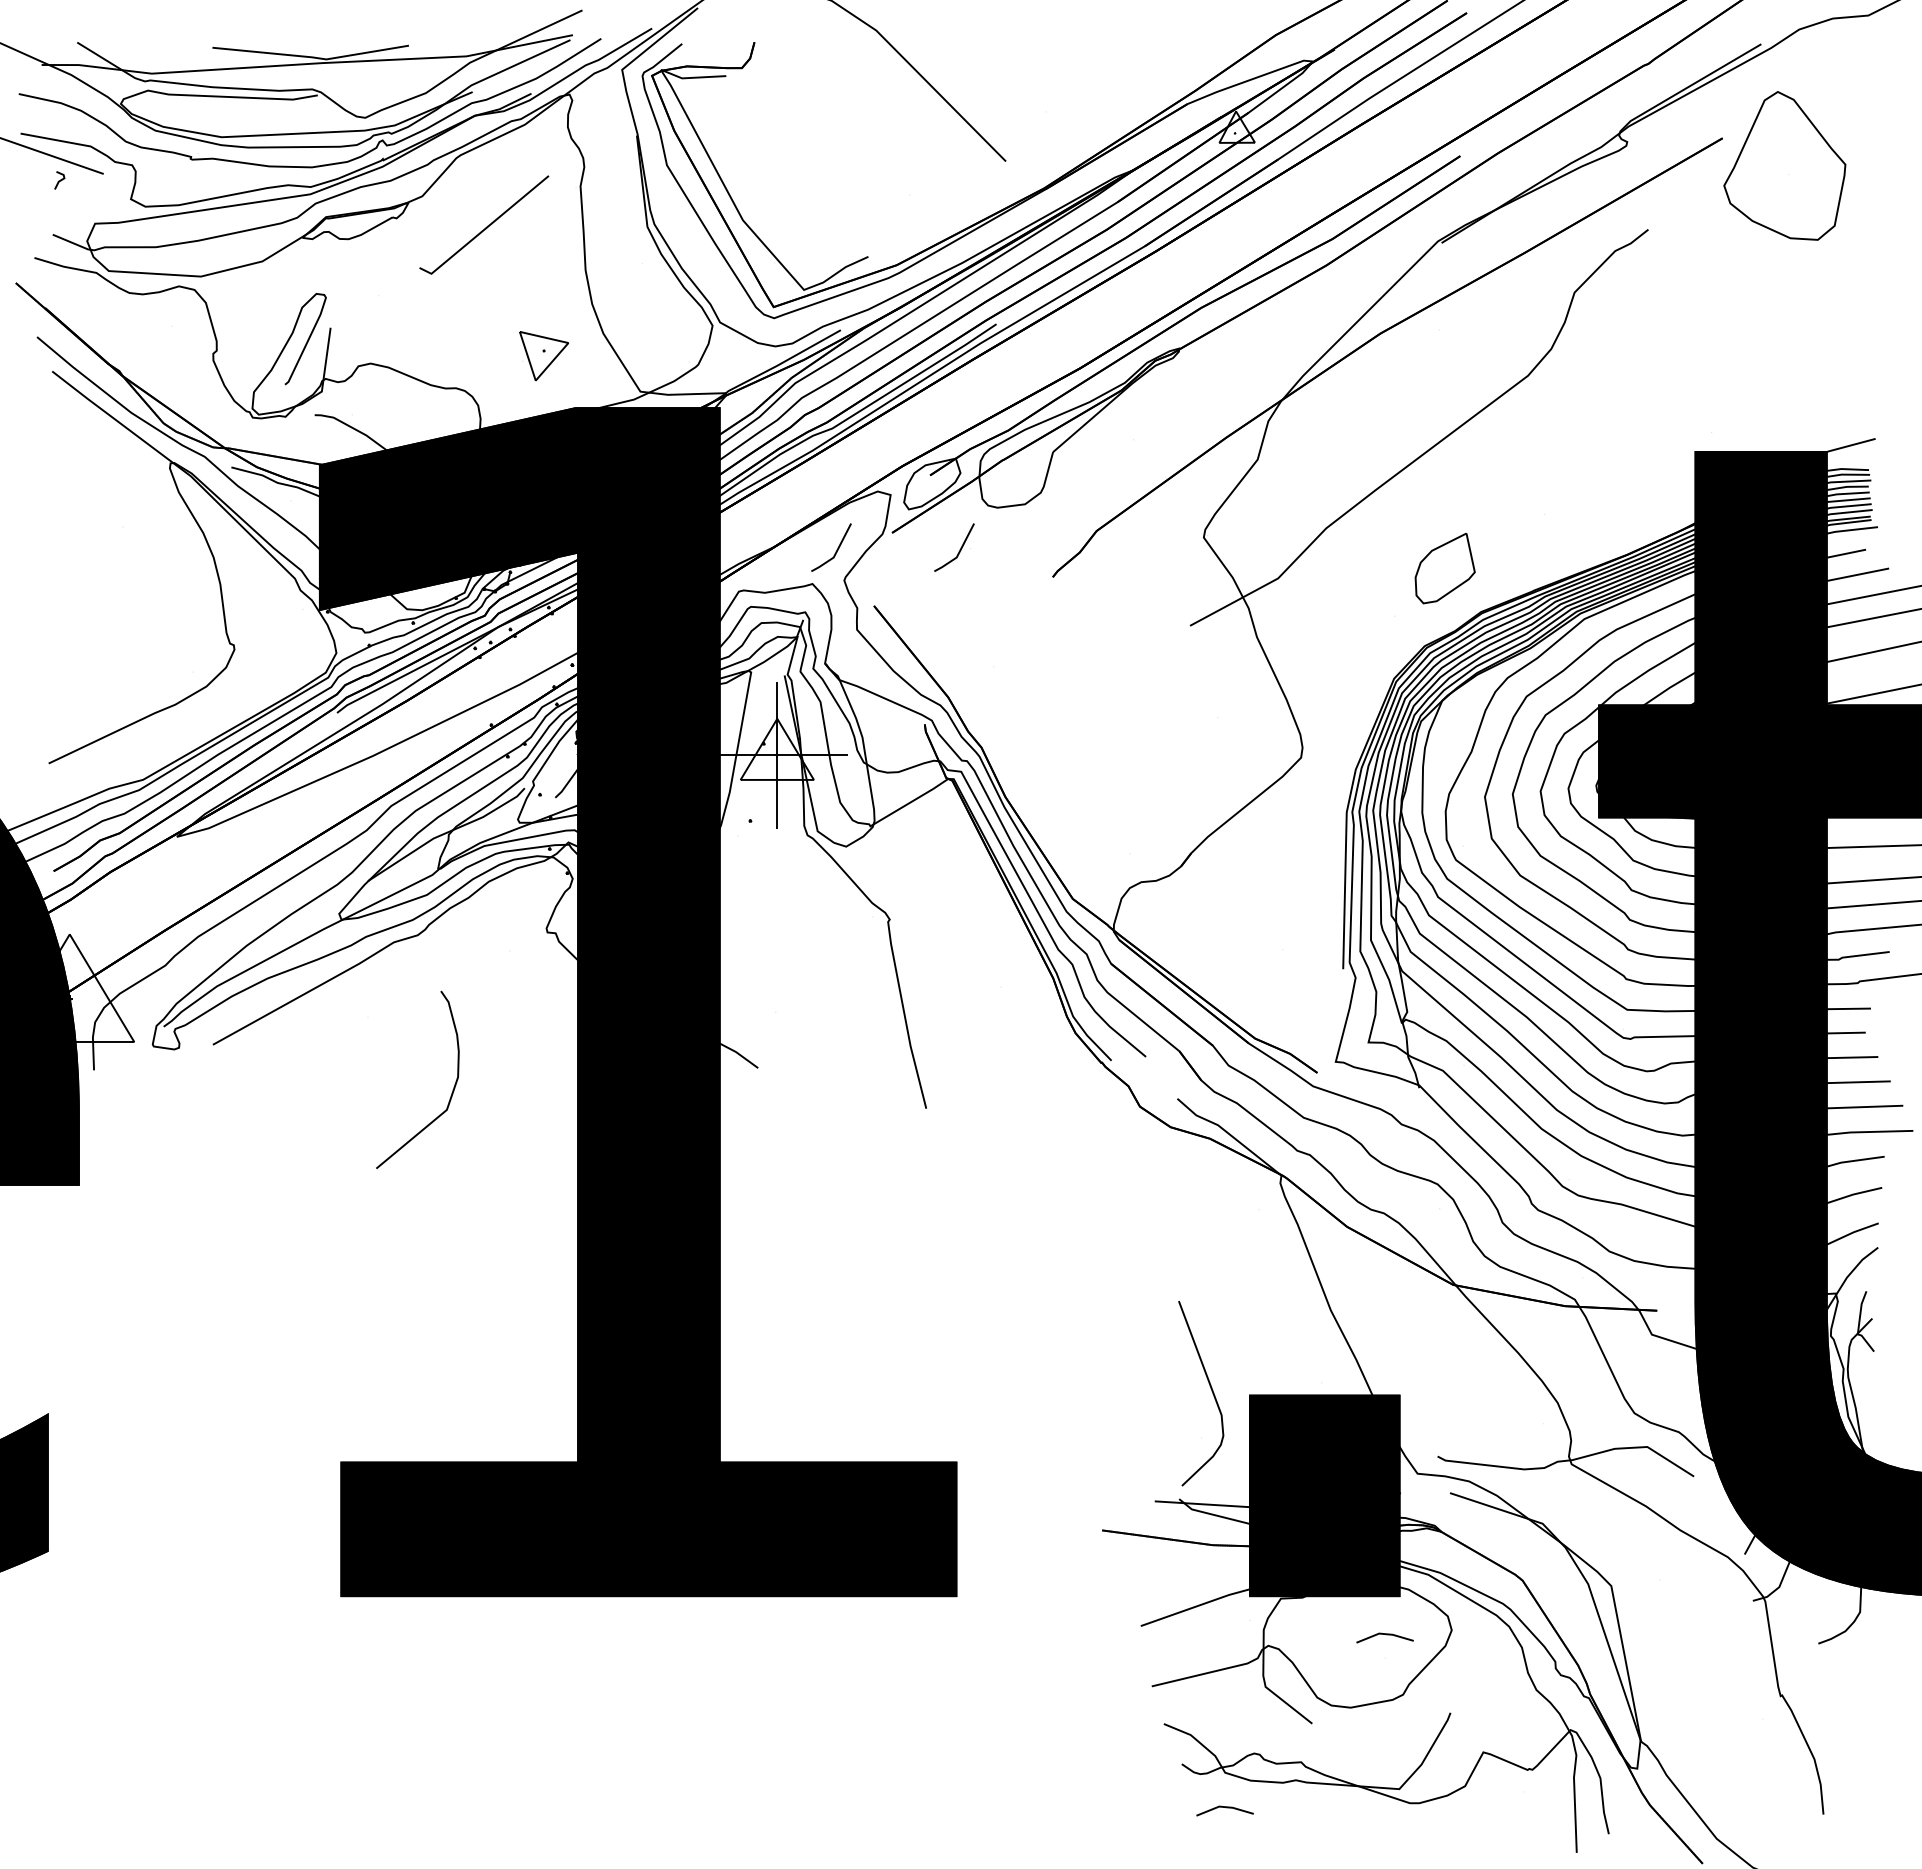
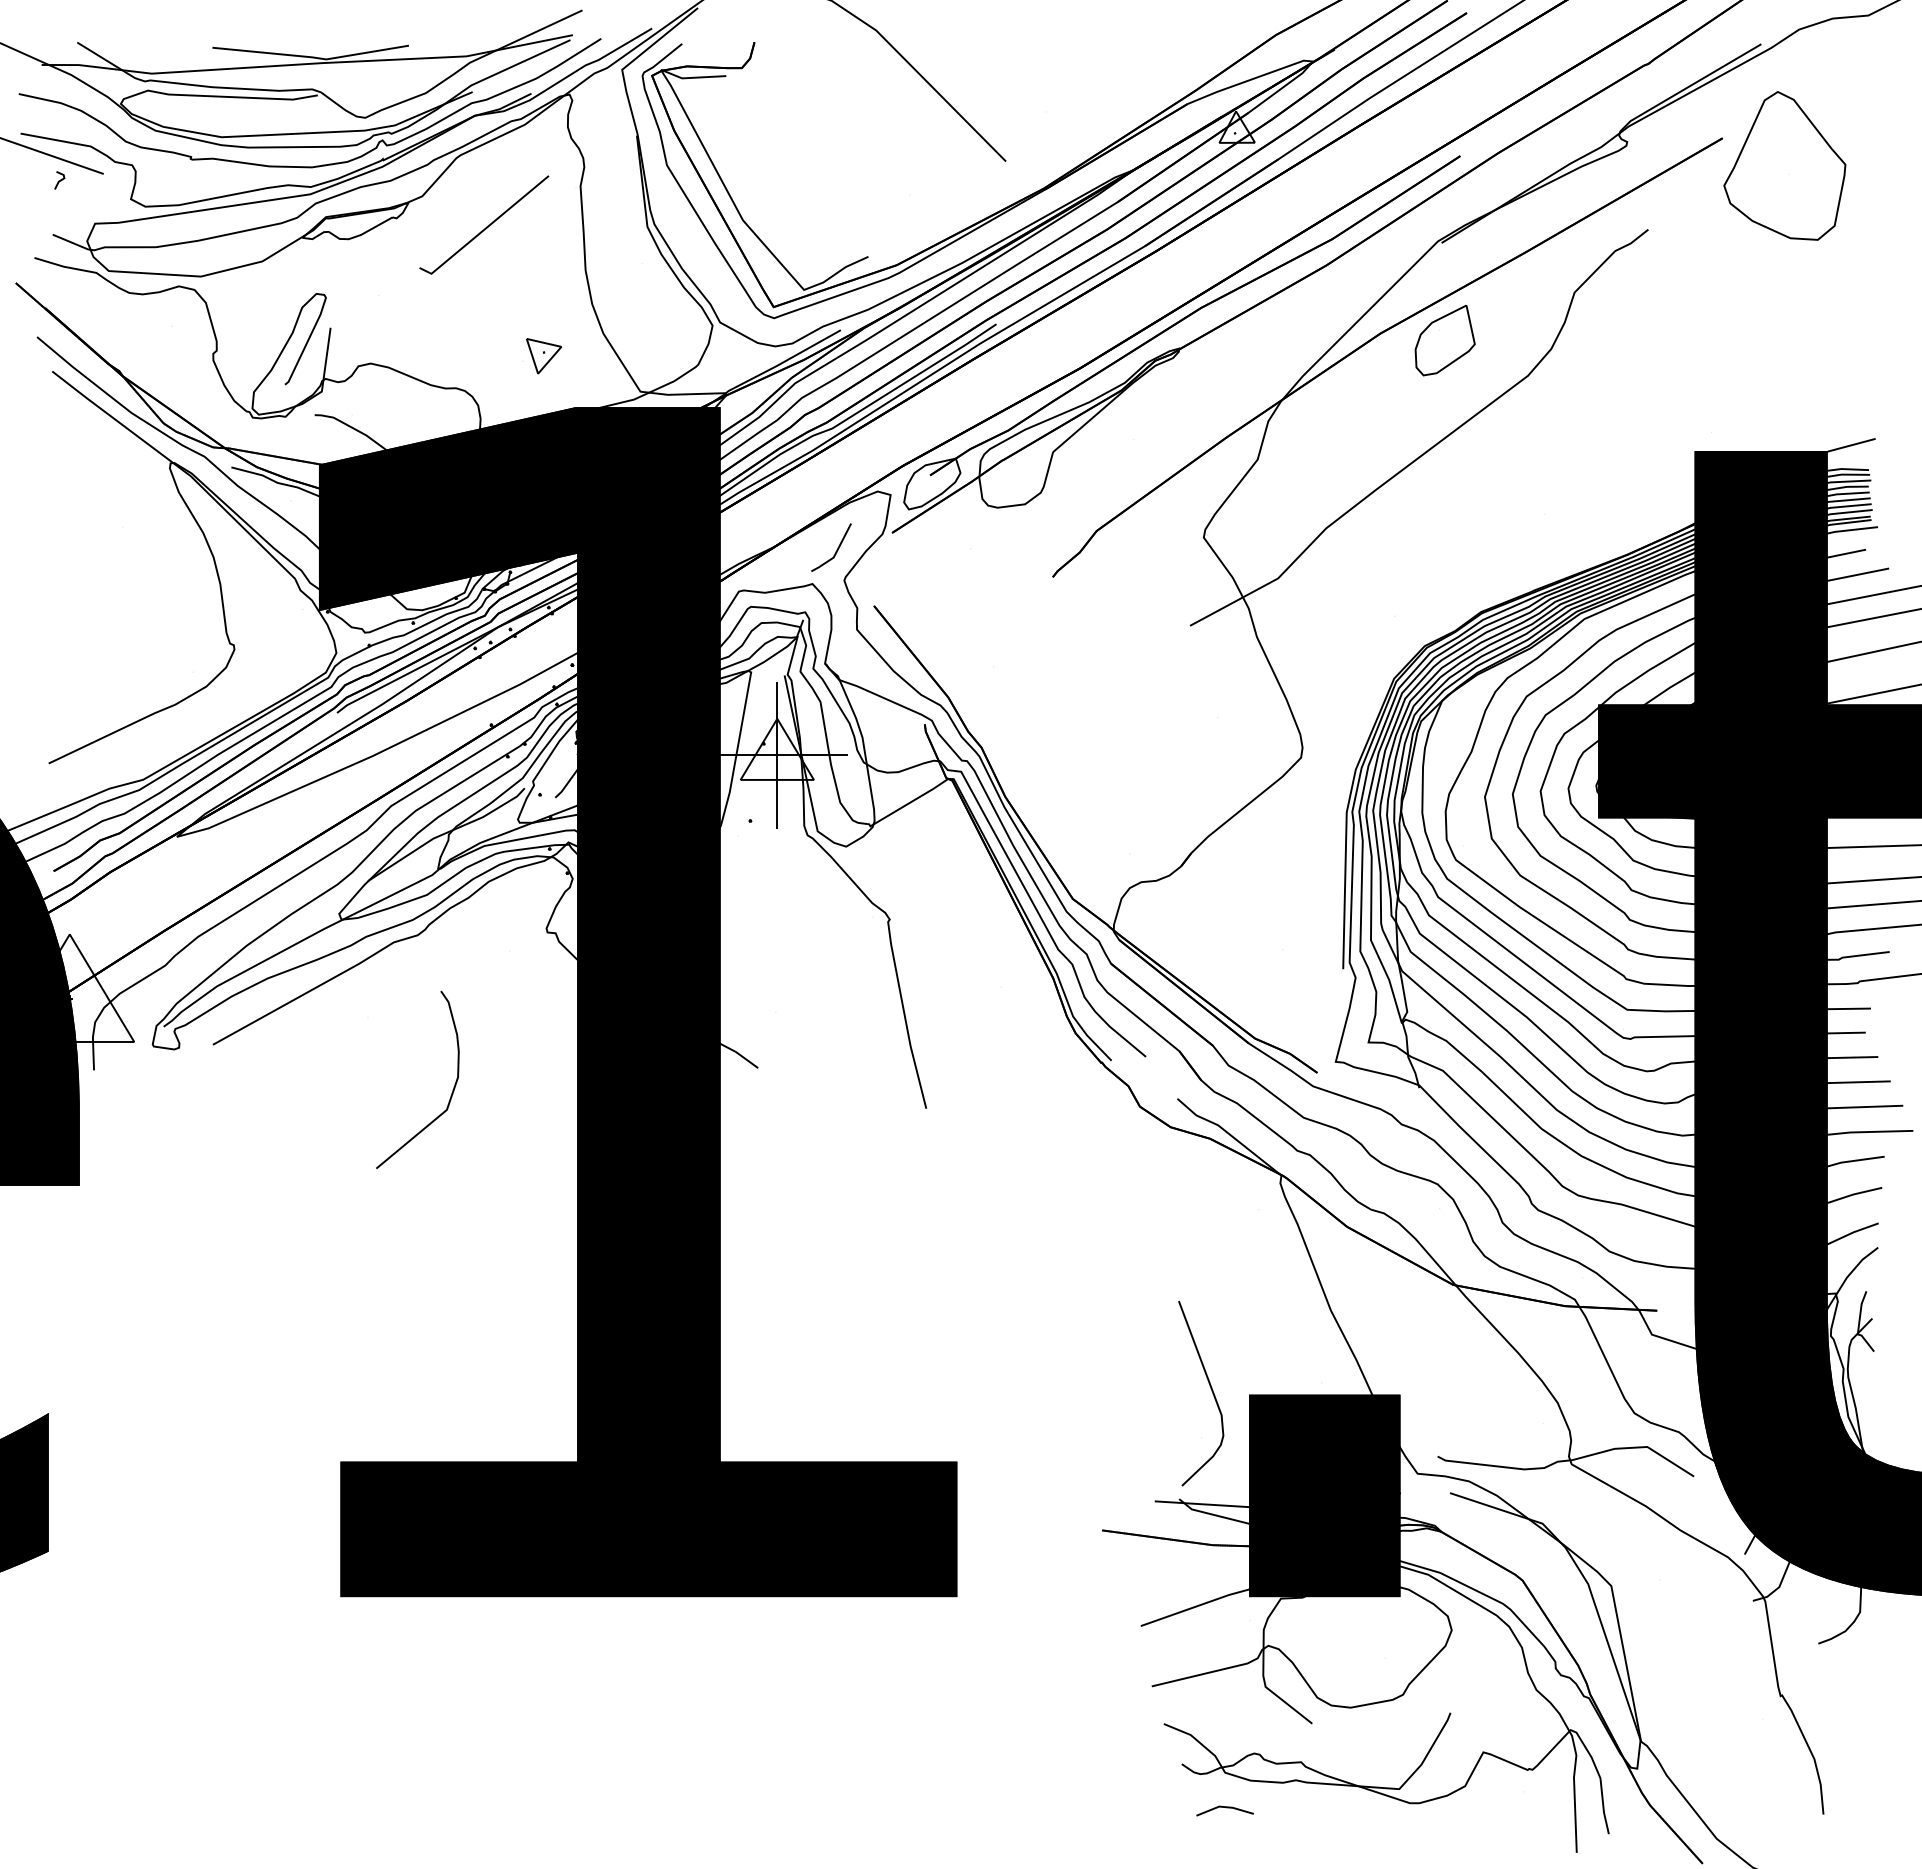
part at (543, 356) size: 50x51 px -> 36x37 px
line at (959, 549): present -> none
part at (1444, 568) position: (1444, 568) -> (1444, 340)
line at (1386, 1635): present -> none
